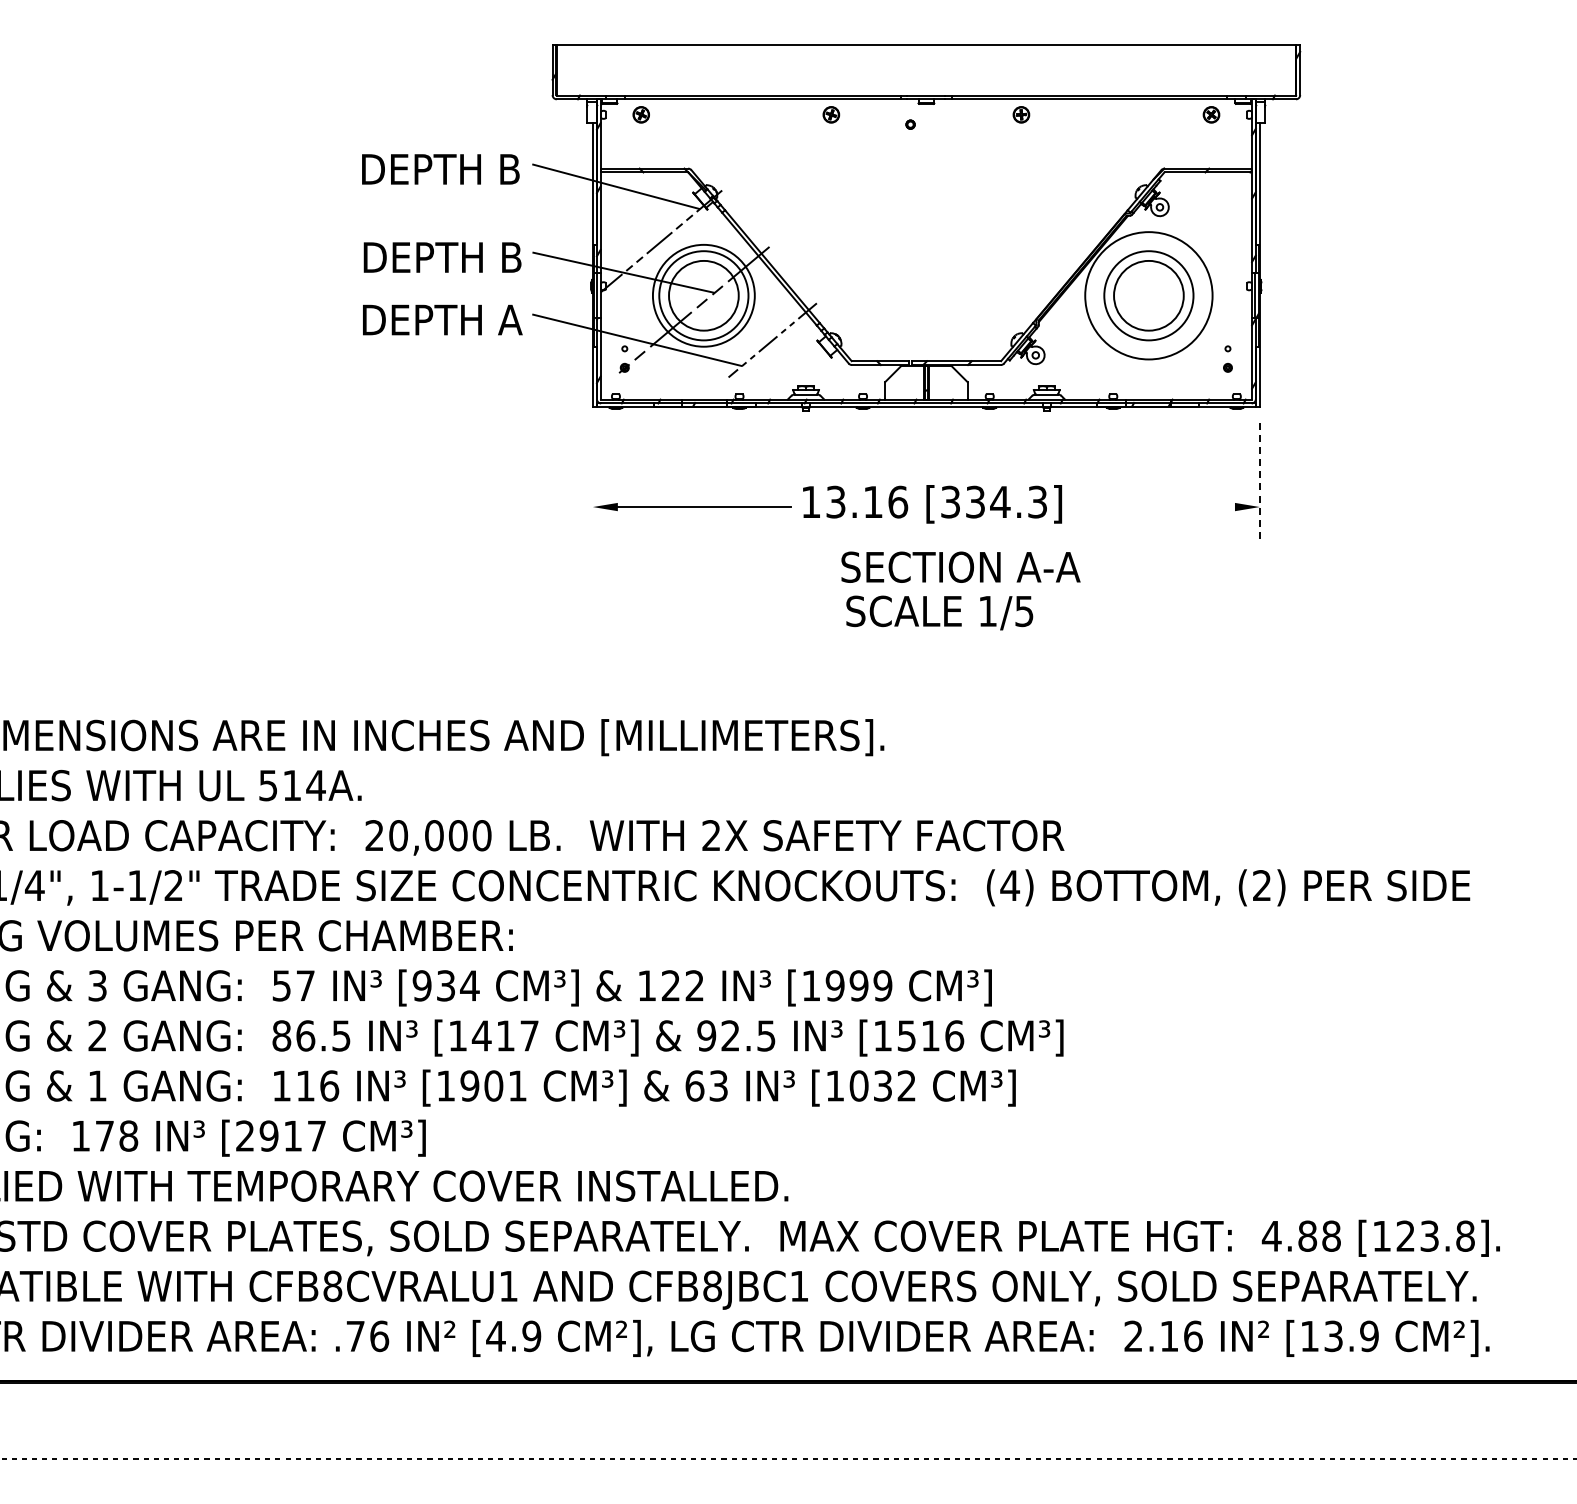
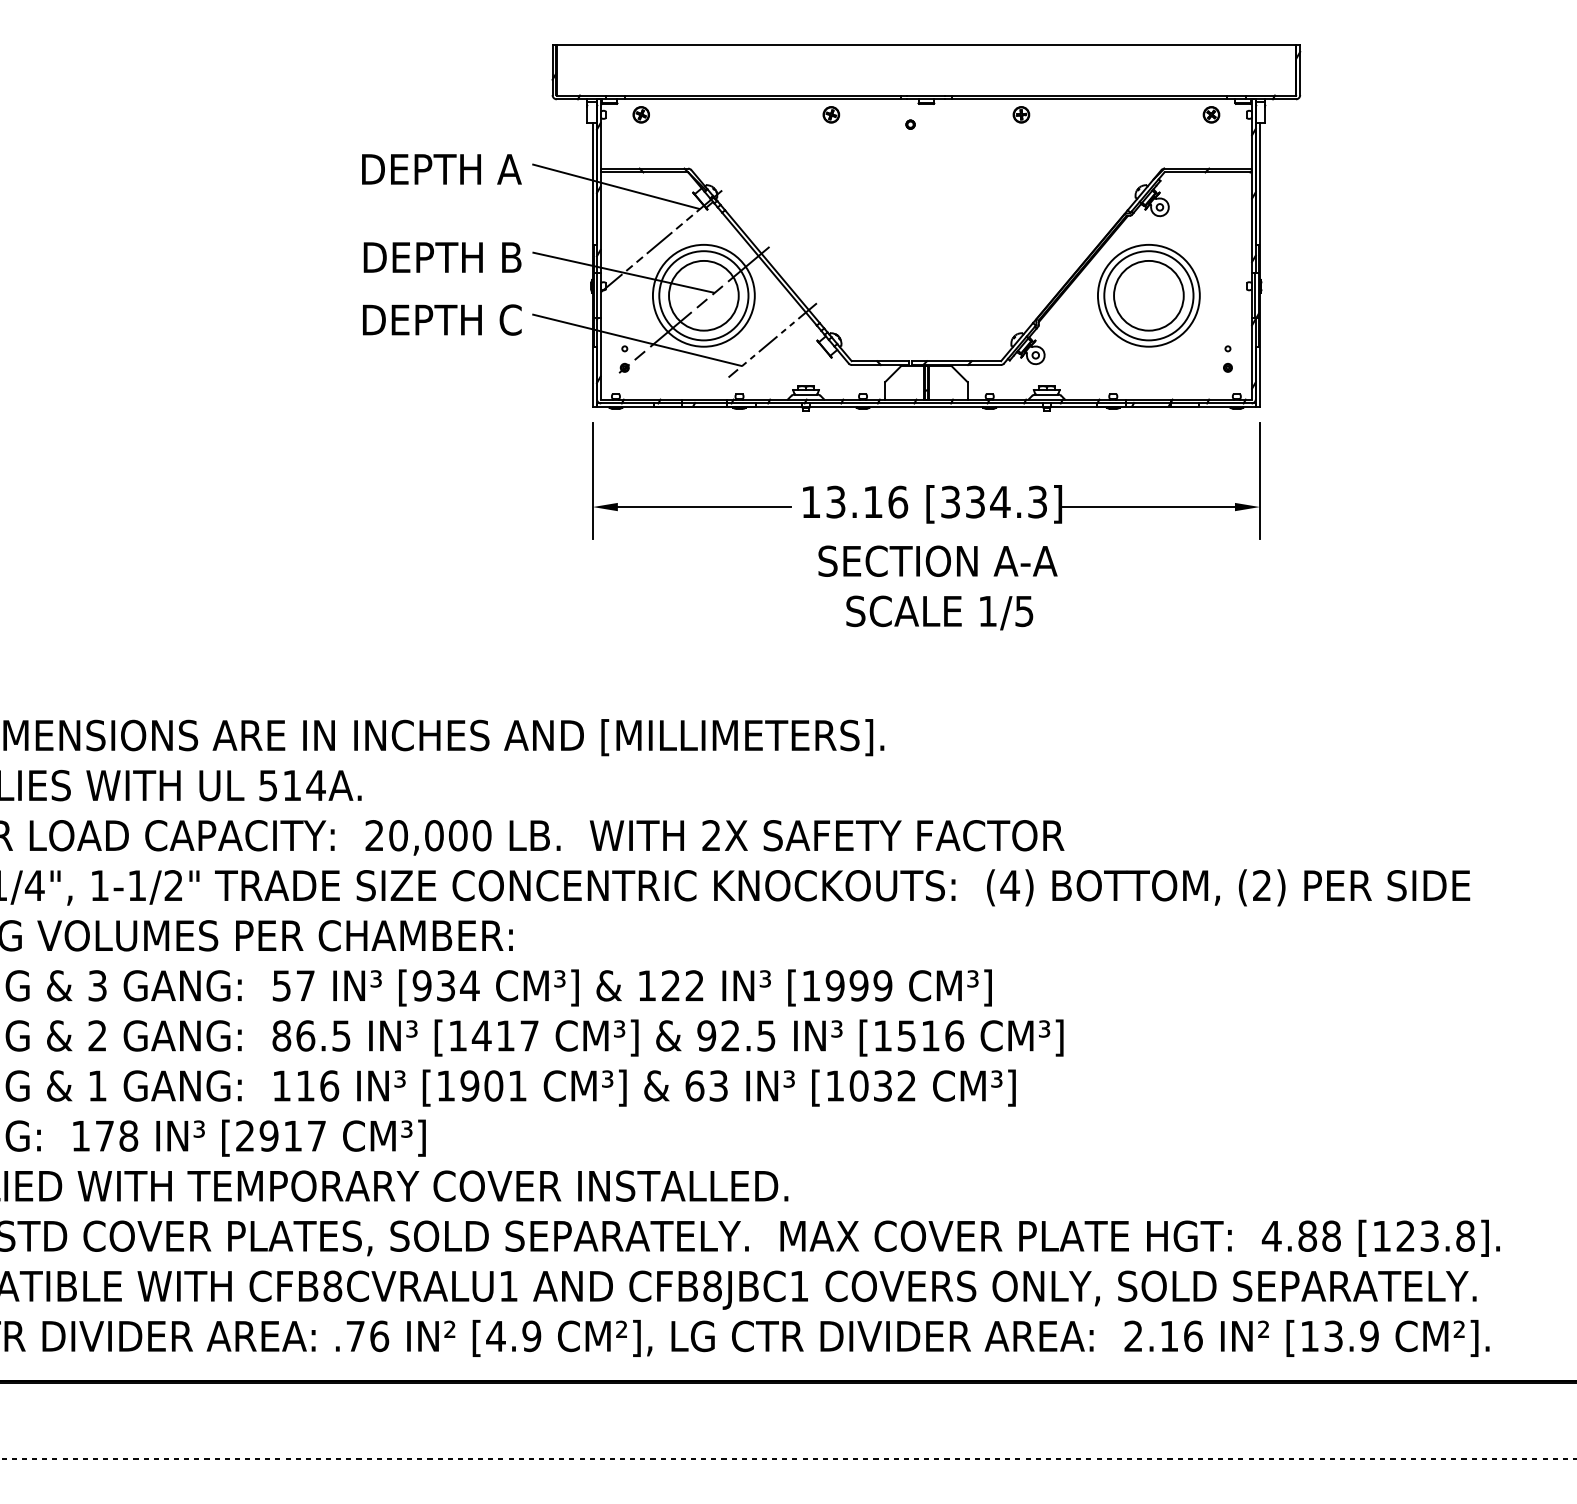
text at (509, 169): DEPTH B -> DEPTH A
circle at (1148, 295) diameter: 127 px -> 102 px
text at (510, 319): DEPTH A -> DEPTH C
line at (592, 480): none -> present
line at (1259, 480): dashed -> solid
line at (1148, 507): none -> present
text at (960, 566) position: (960, 566) -> (937, 560)
